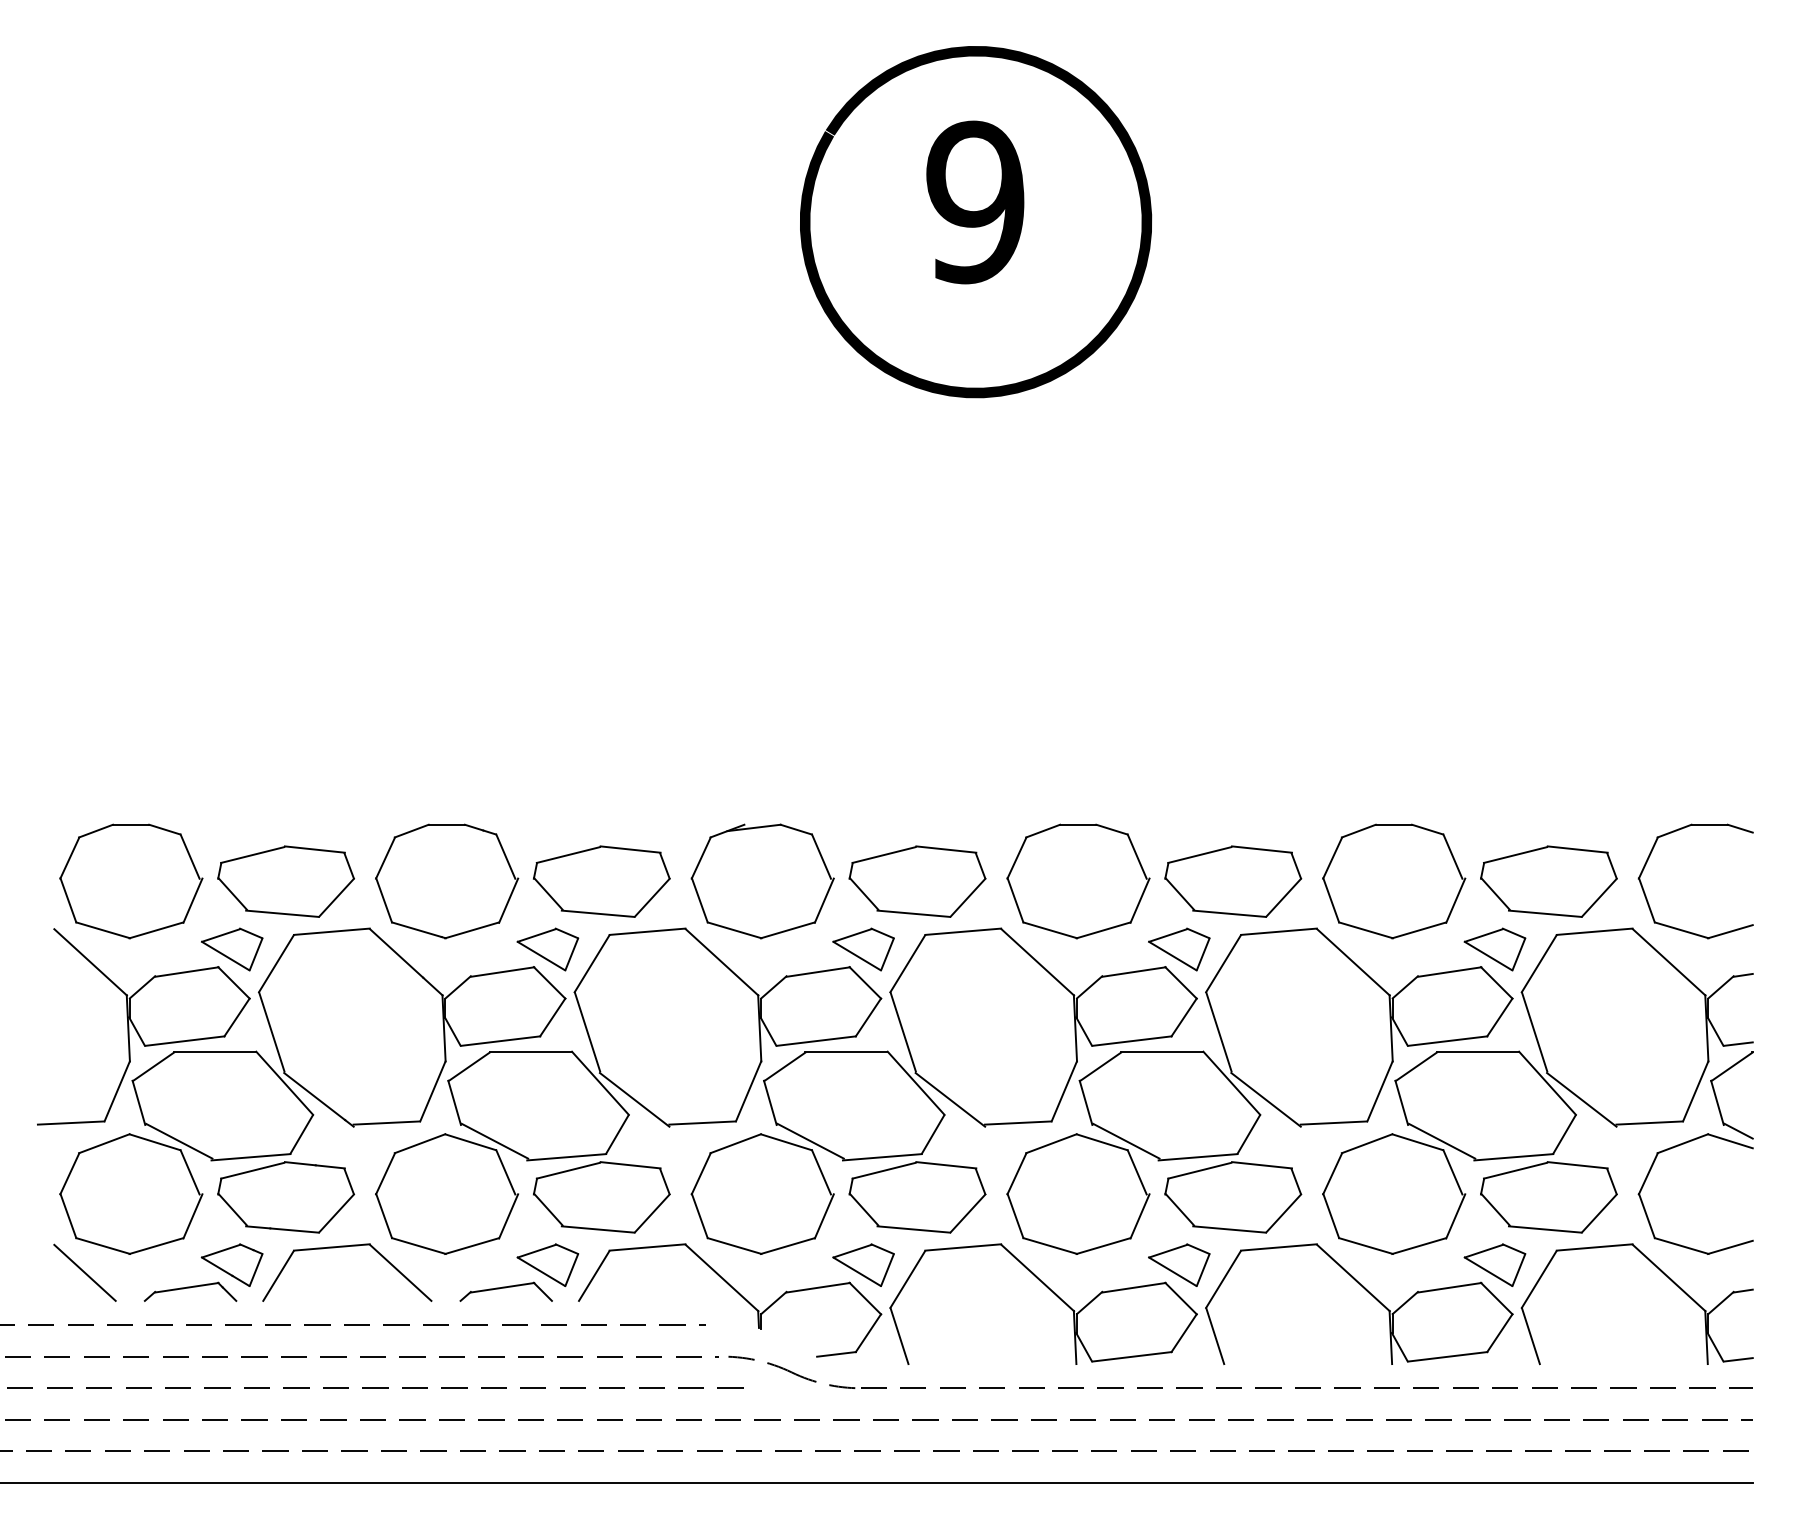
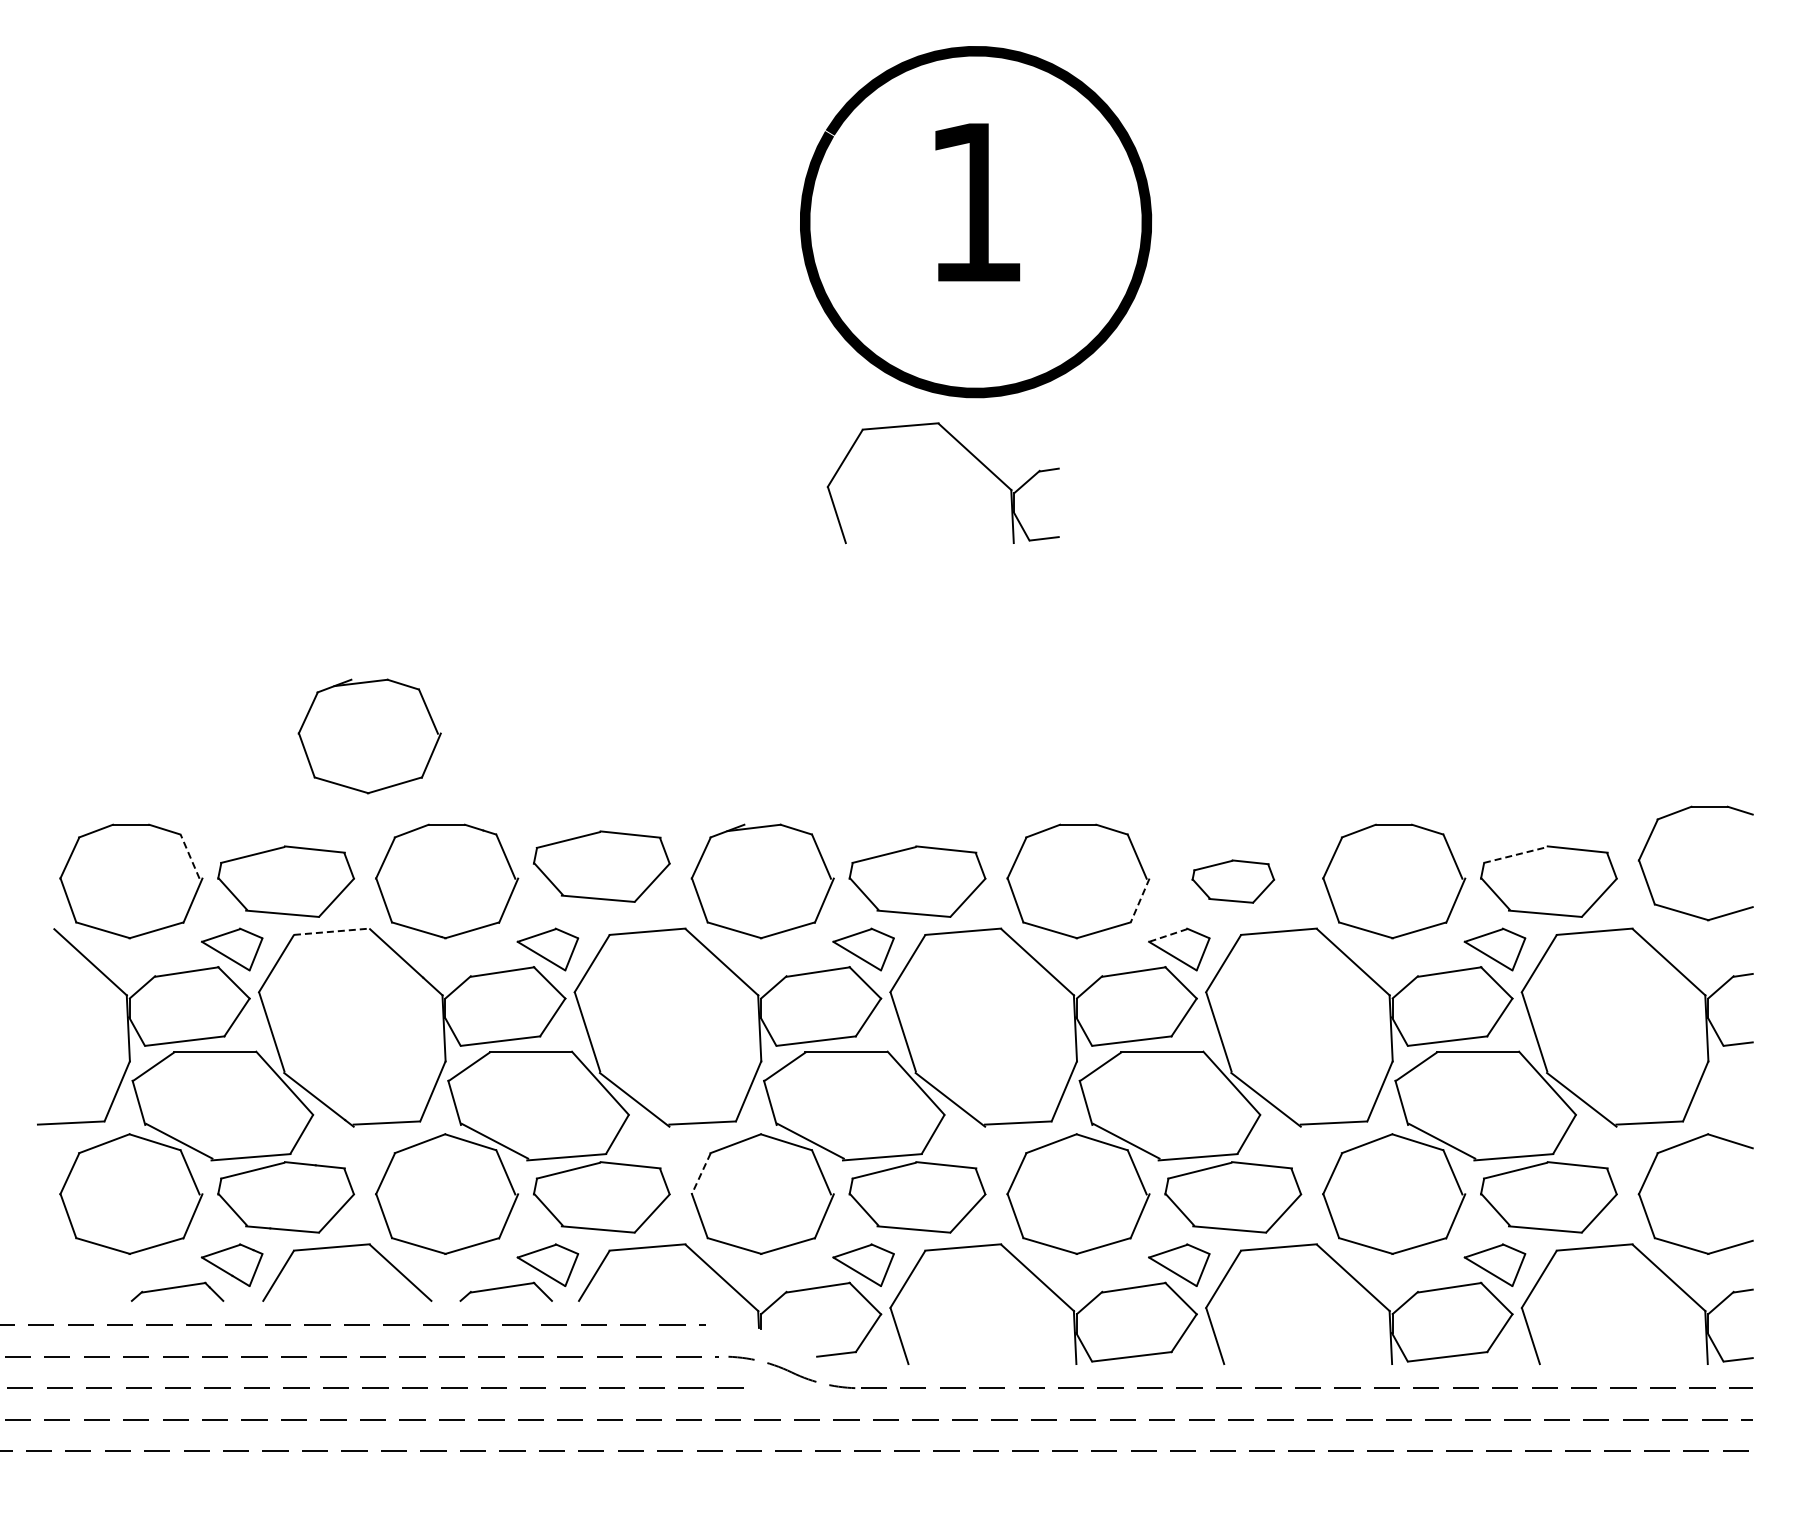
text at (975, 202): 9 -> 1
part at (970, 454): none -> present
part at (369, 736): none -> present
line at (1515, 855): solid -> dashed
line at (189, 856): solid -> dashed
part at (601, 881) position: (601, 881) -> (601, 866)
part at (1233, 881) size: 139x73 px -> 85x45 px
line at (1139, 901): solid -> dashed
part at (1683, 929) position: (1683, 929) -> (1683, 911)
line at (332, 931): solid -> dashed
line at (1168, 935): solid -> dashed
part at (1717, 1098): present -> none
line at (701, 1173): solid -> dashed
line at (84, 1272): present -> none
part at (190, 1291) position: (190, 1291) -> (177, 1291)
line at (877, 1482): present -> none
